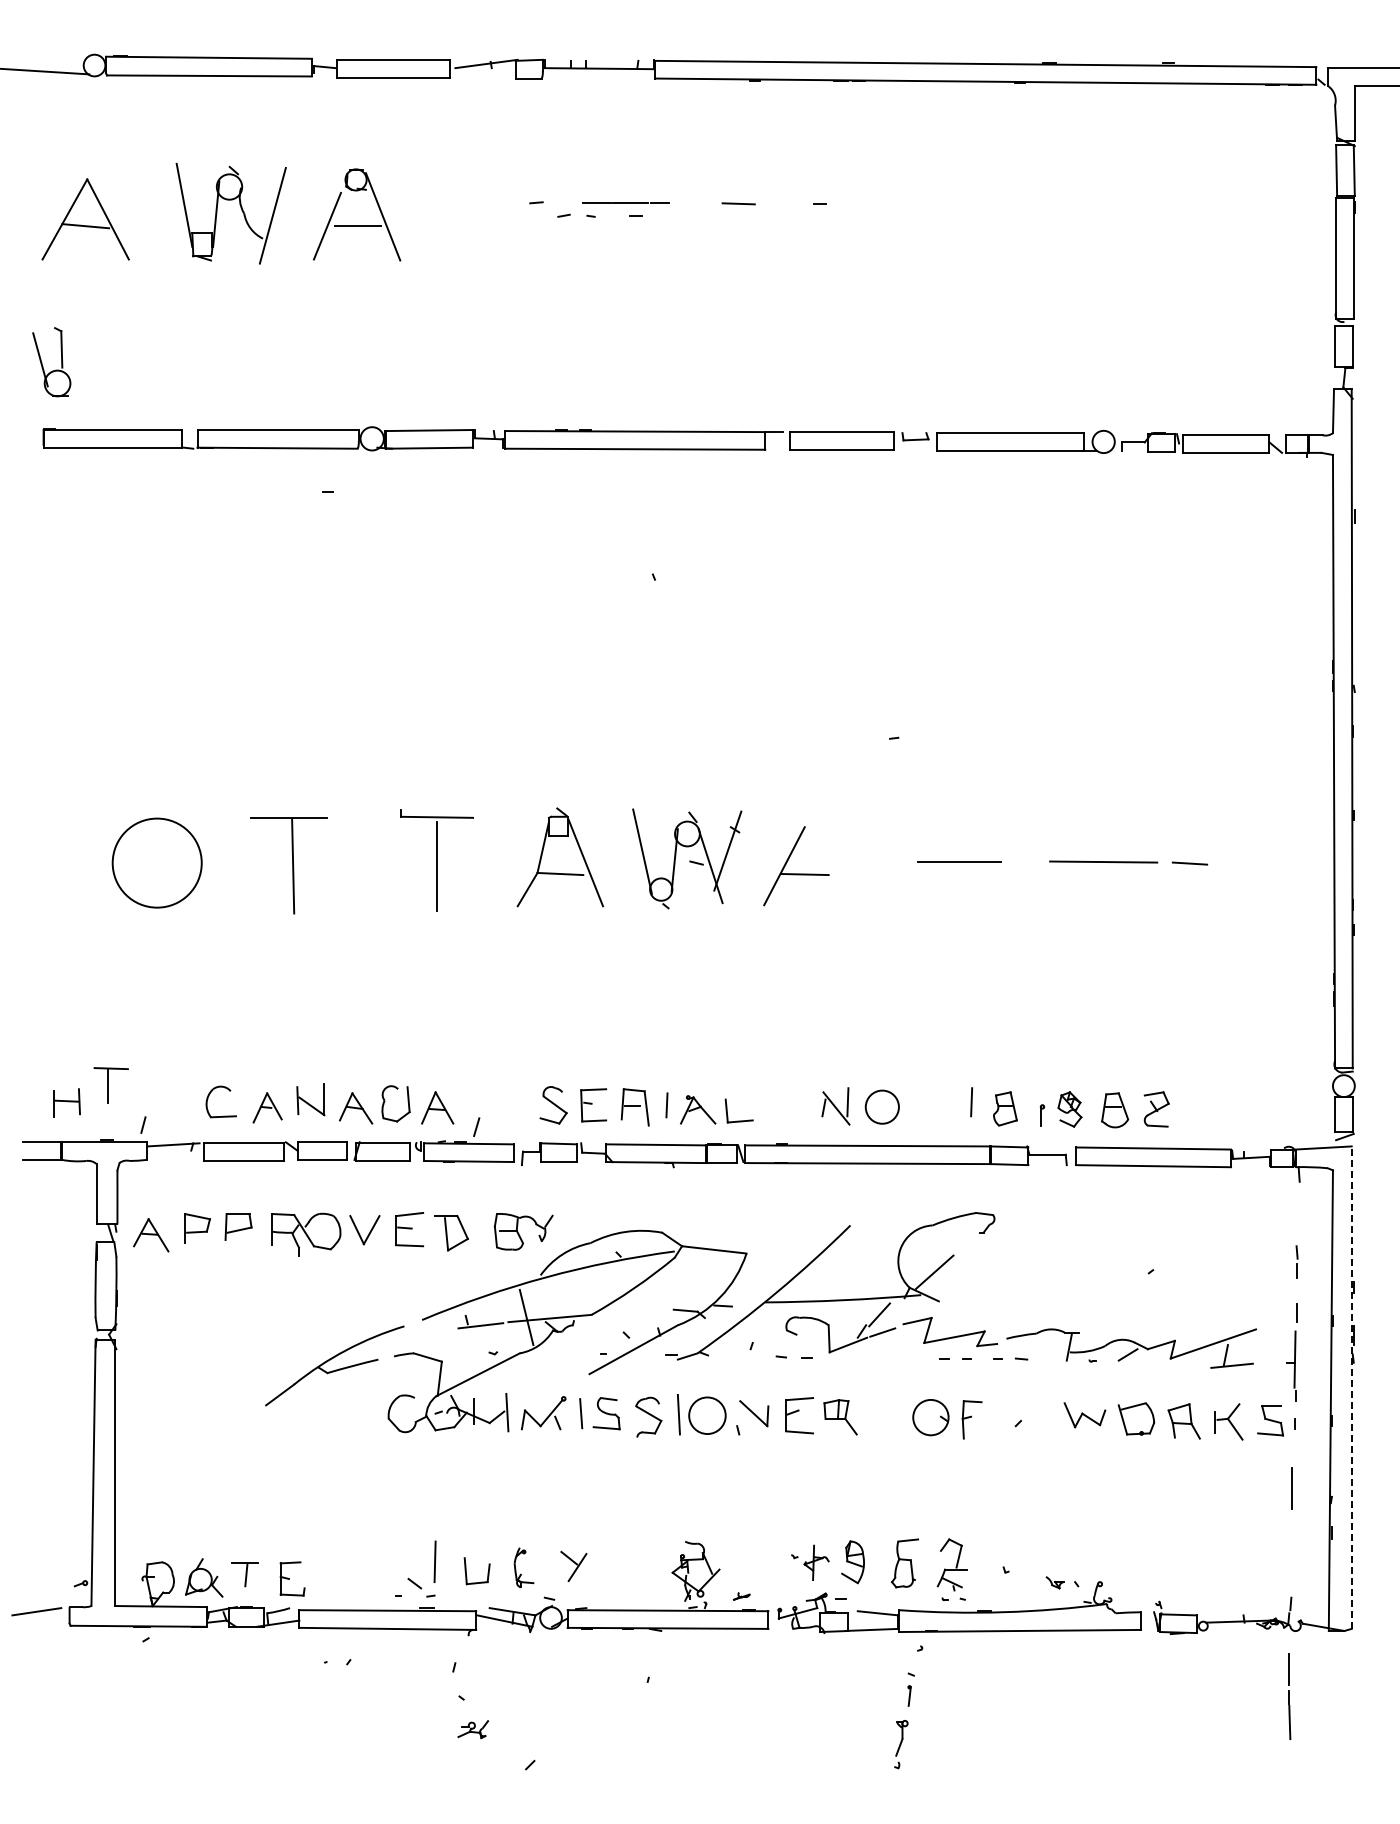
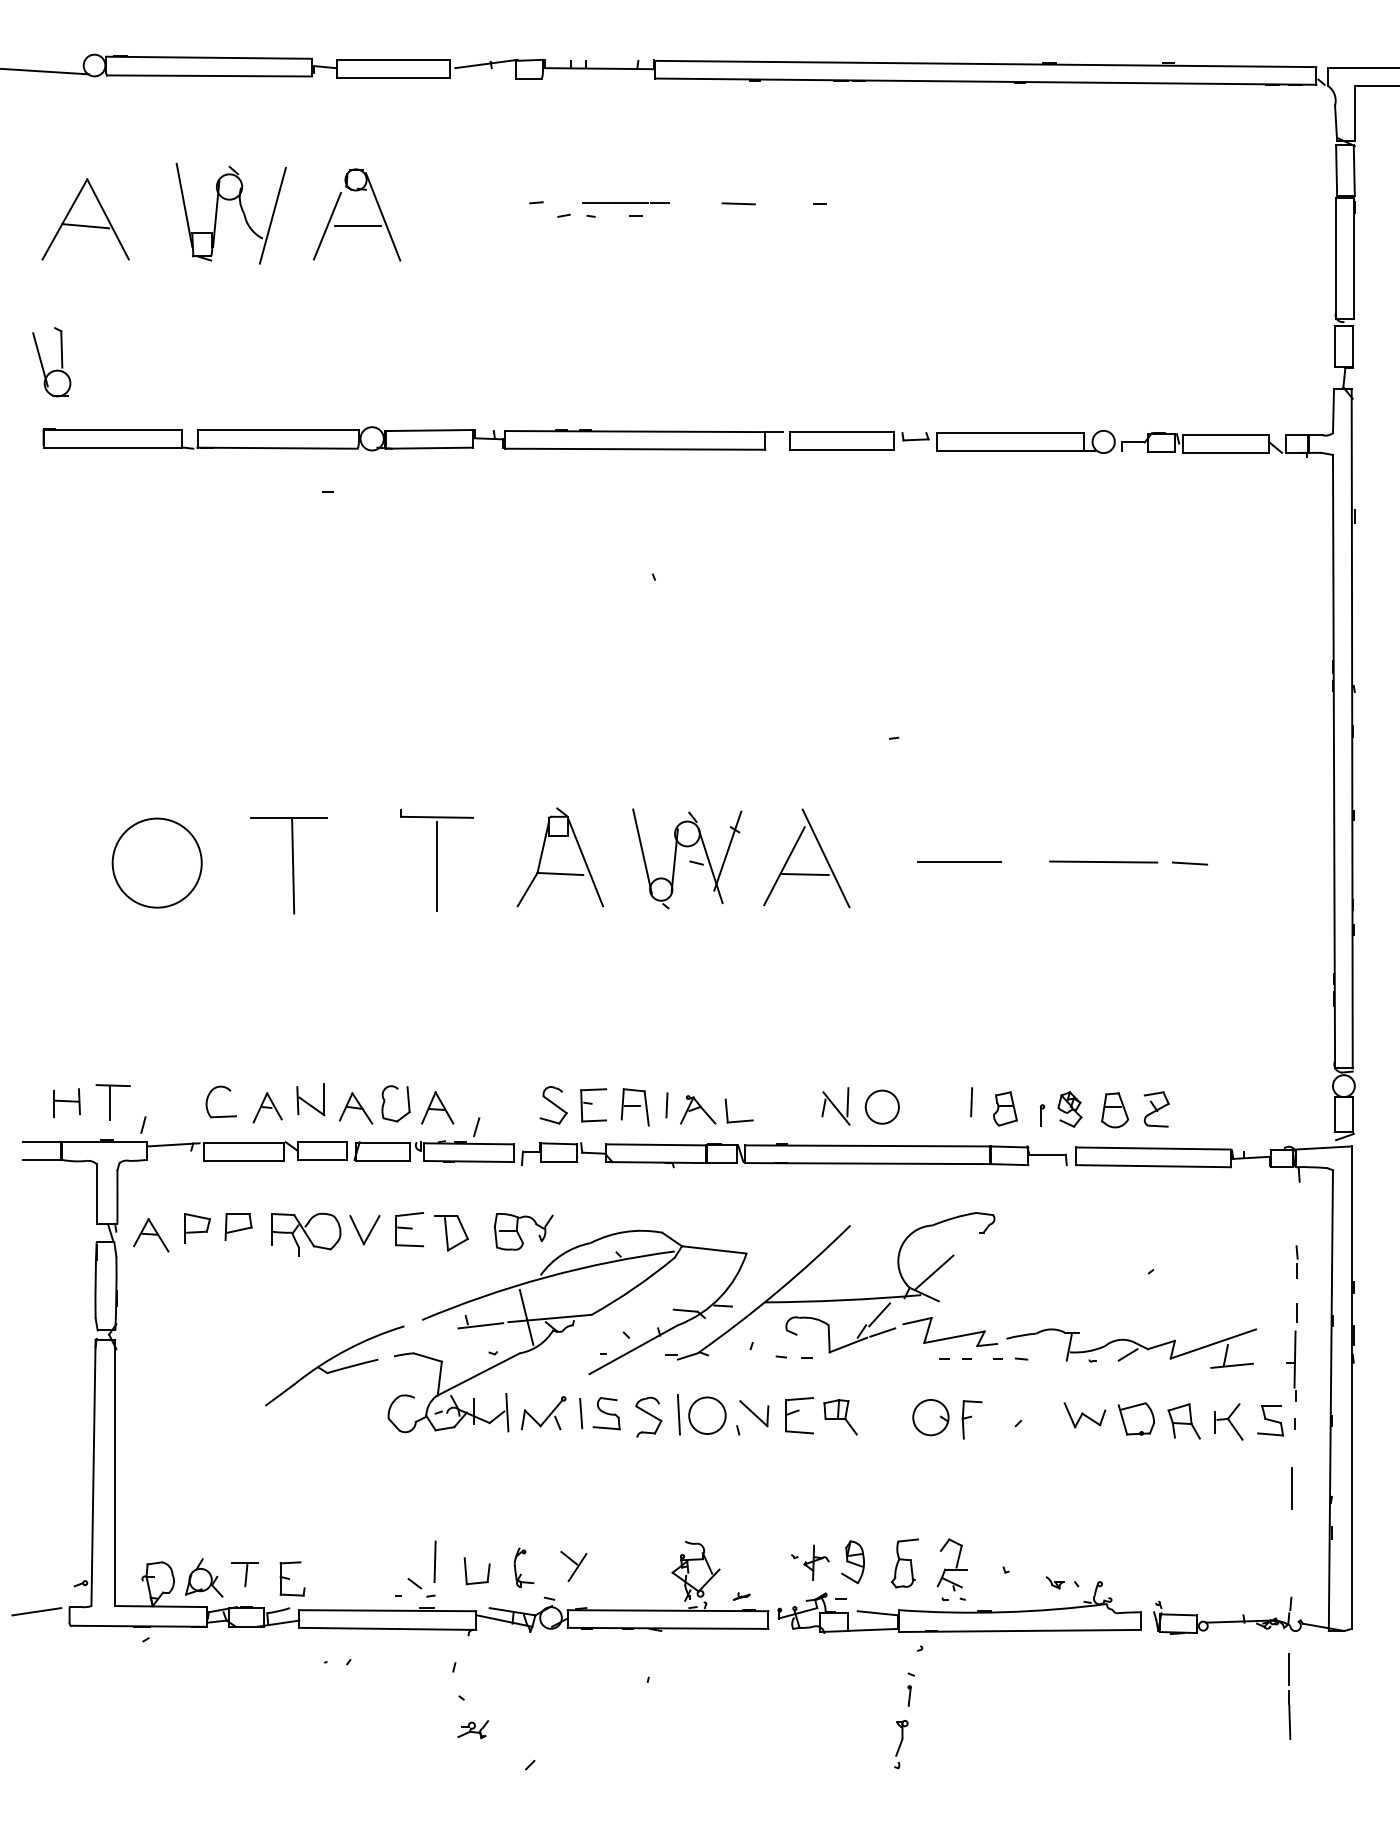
line at (825, 858): none -> present
part at (110, 1085) position: (110, 1085) -> (112, 1102)
line at (1351, 1387): dashed -> solid
